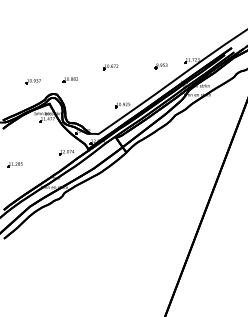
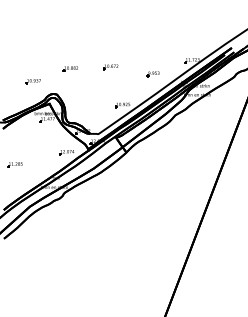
part at (160, 66) position: (160, 66) -> (152, 74)
part at (69, 79) position: (69, 79) -> (69, 68)
